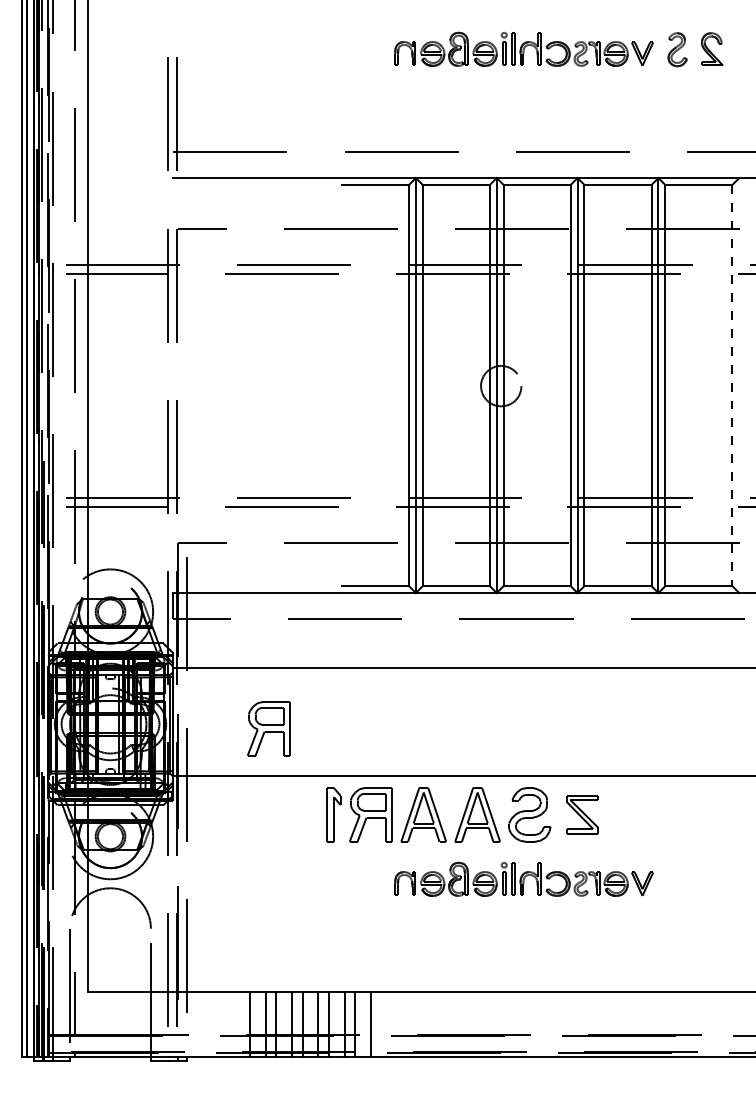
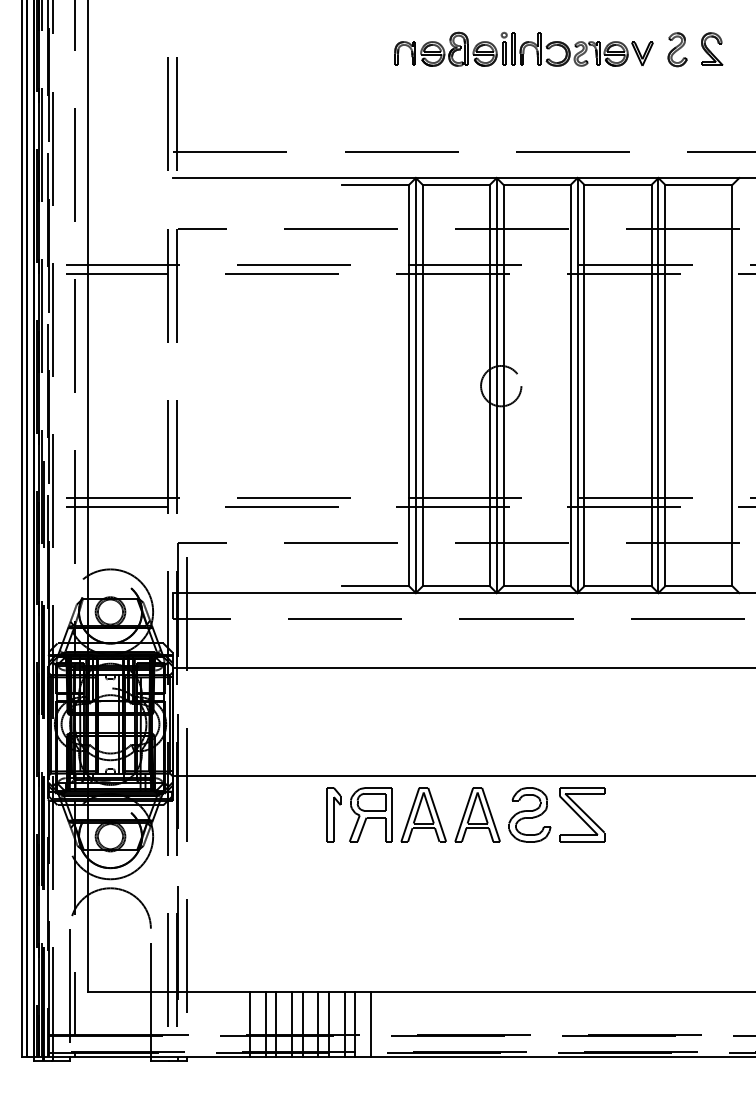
line at (732, 385): dashed -> solid
part at (268, 728): present -> none
part at (582, 814) size: 33x40 px -> 47x56 px
part at (523, 878): present -> none
